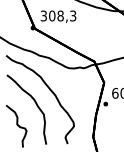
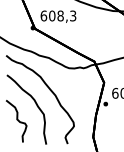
text at (43, 15): 308,3 -> 608,3
curve at (16, 125) position: (16, 125) -> (16, 120)
